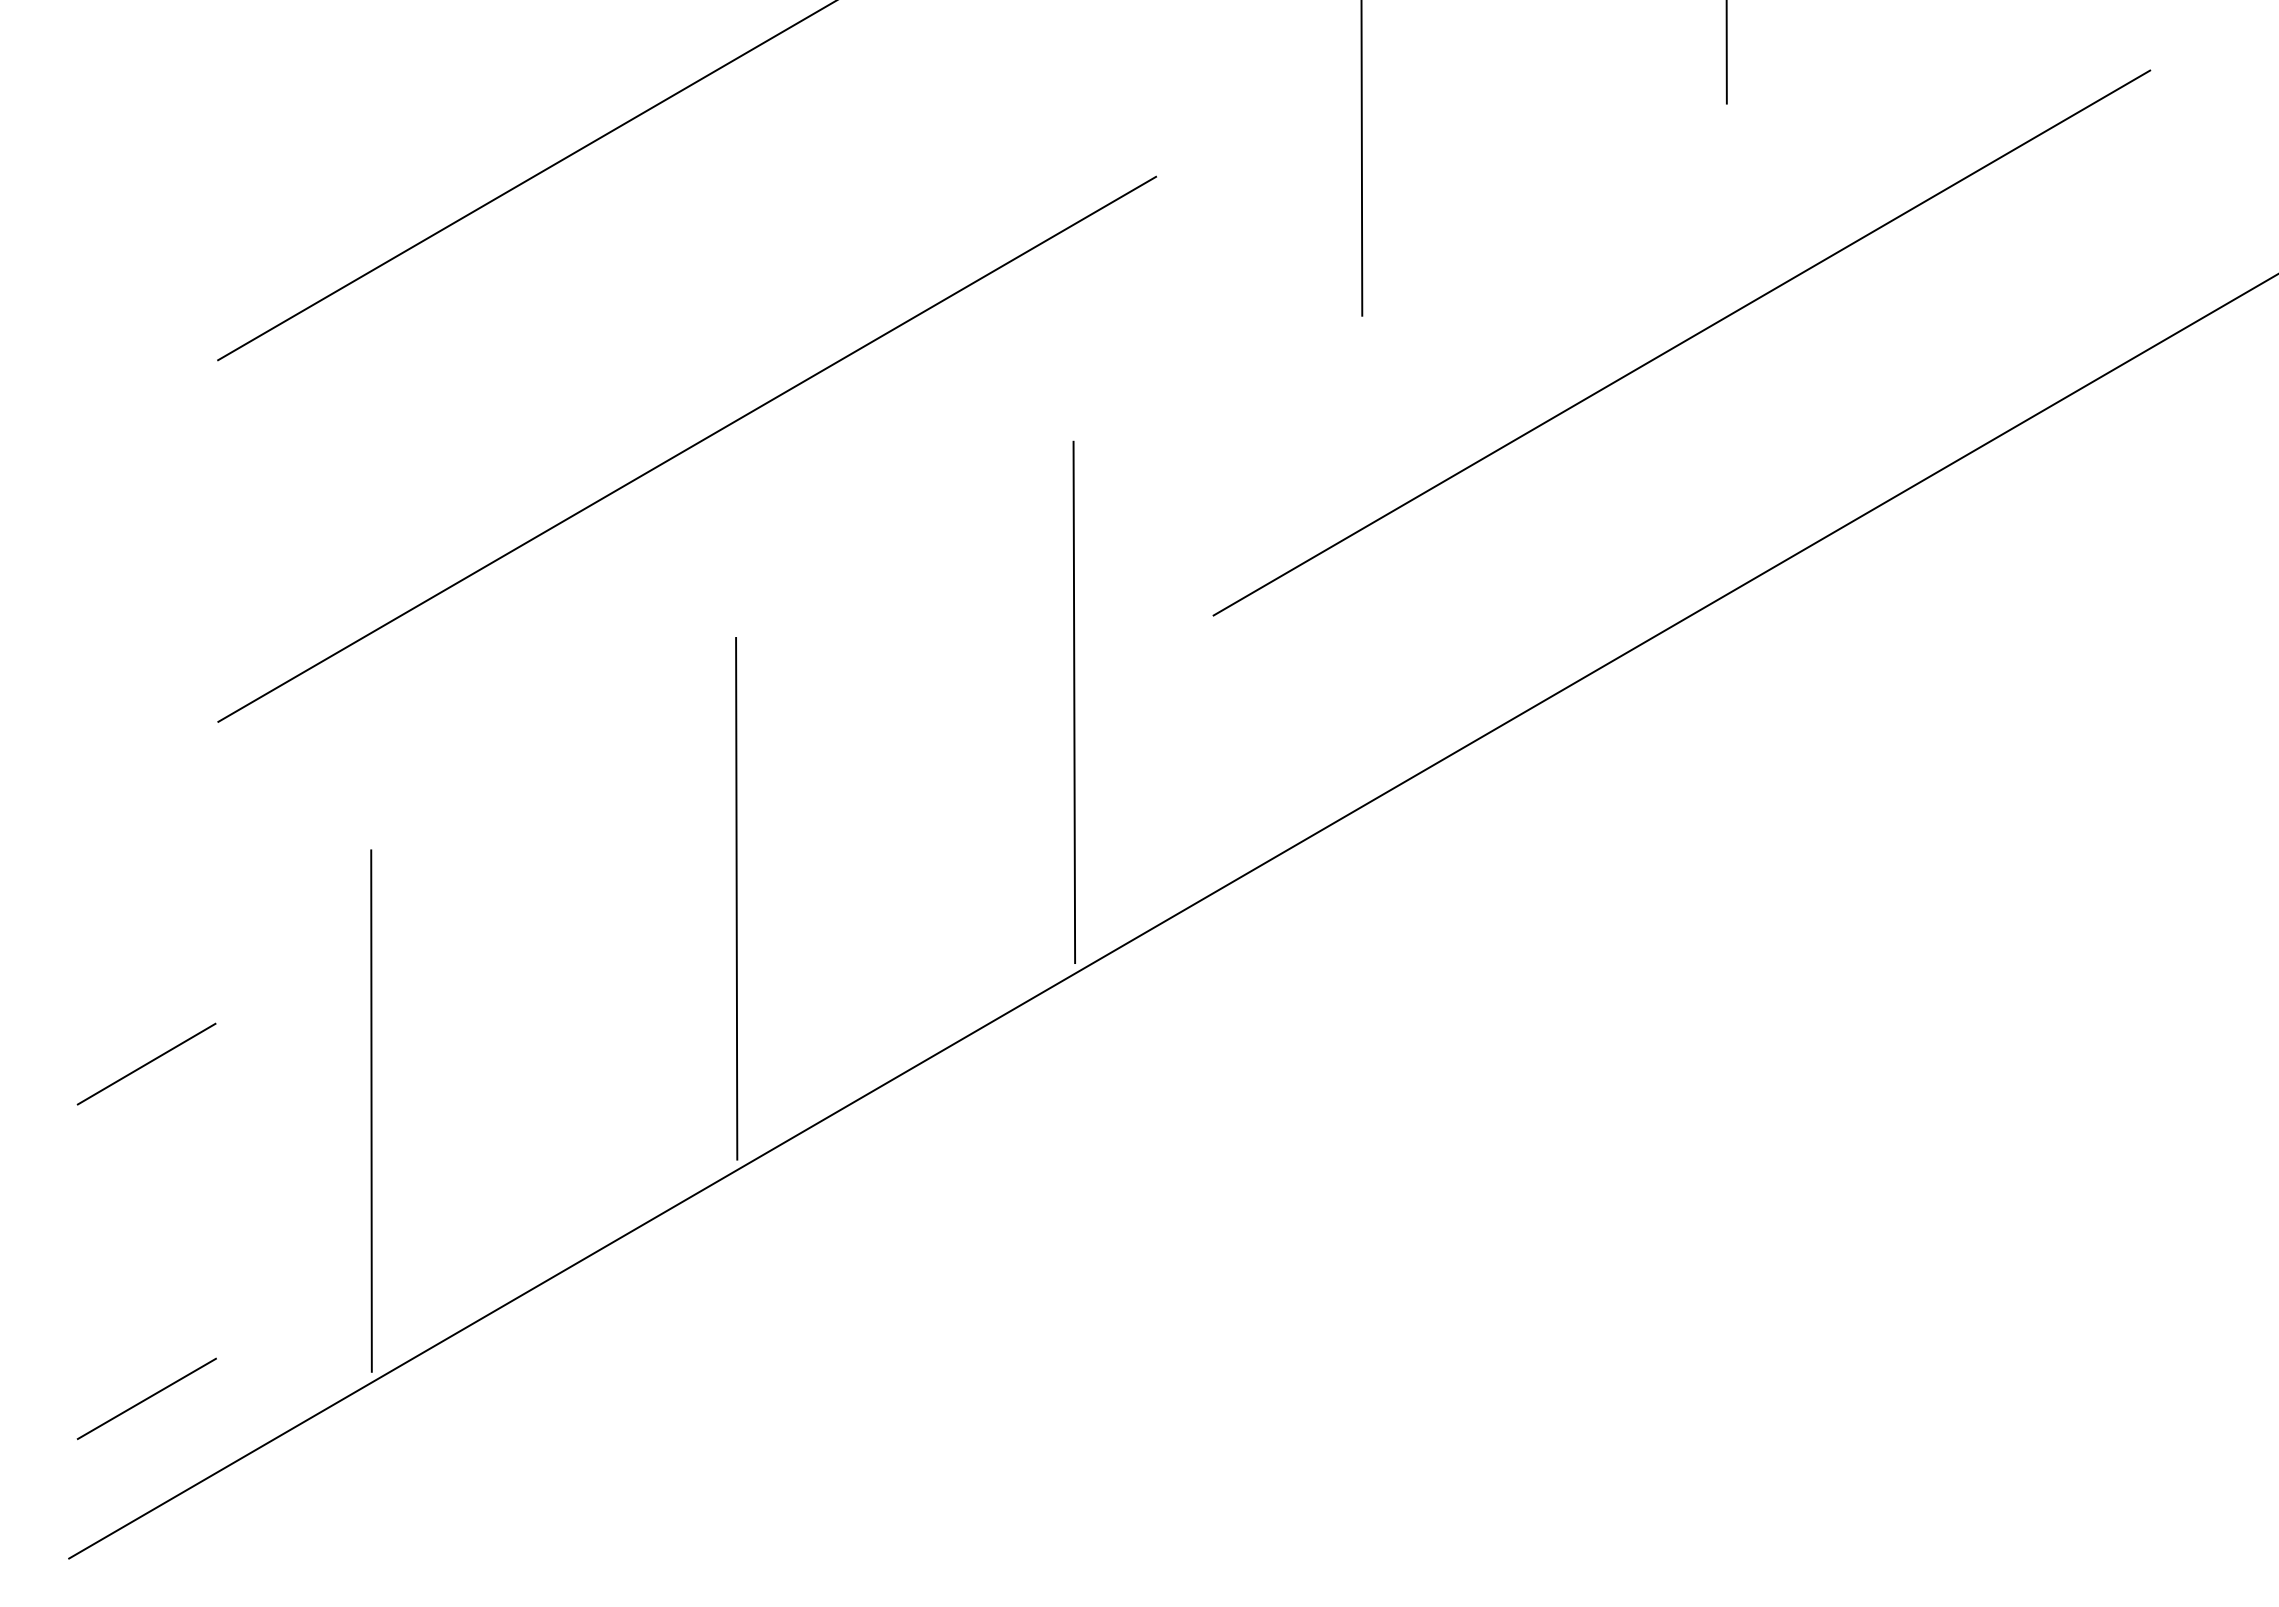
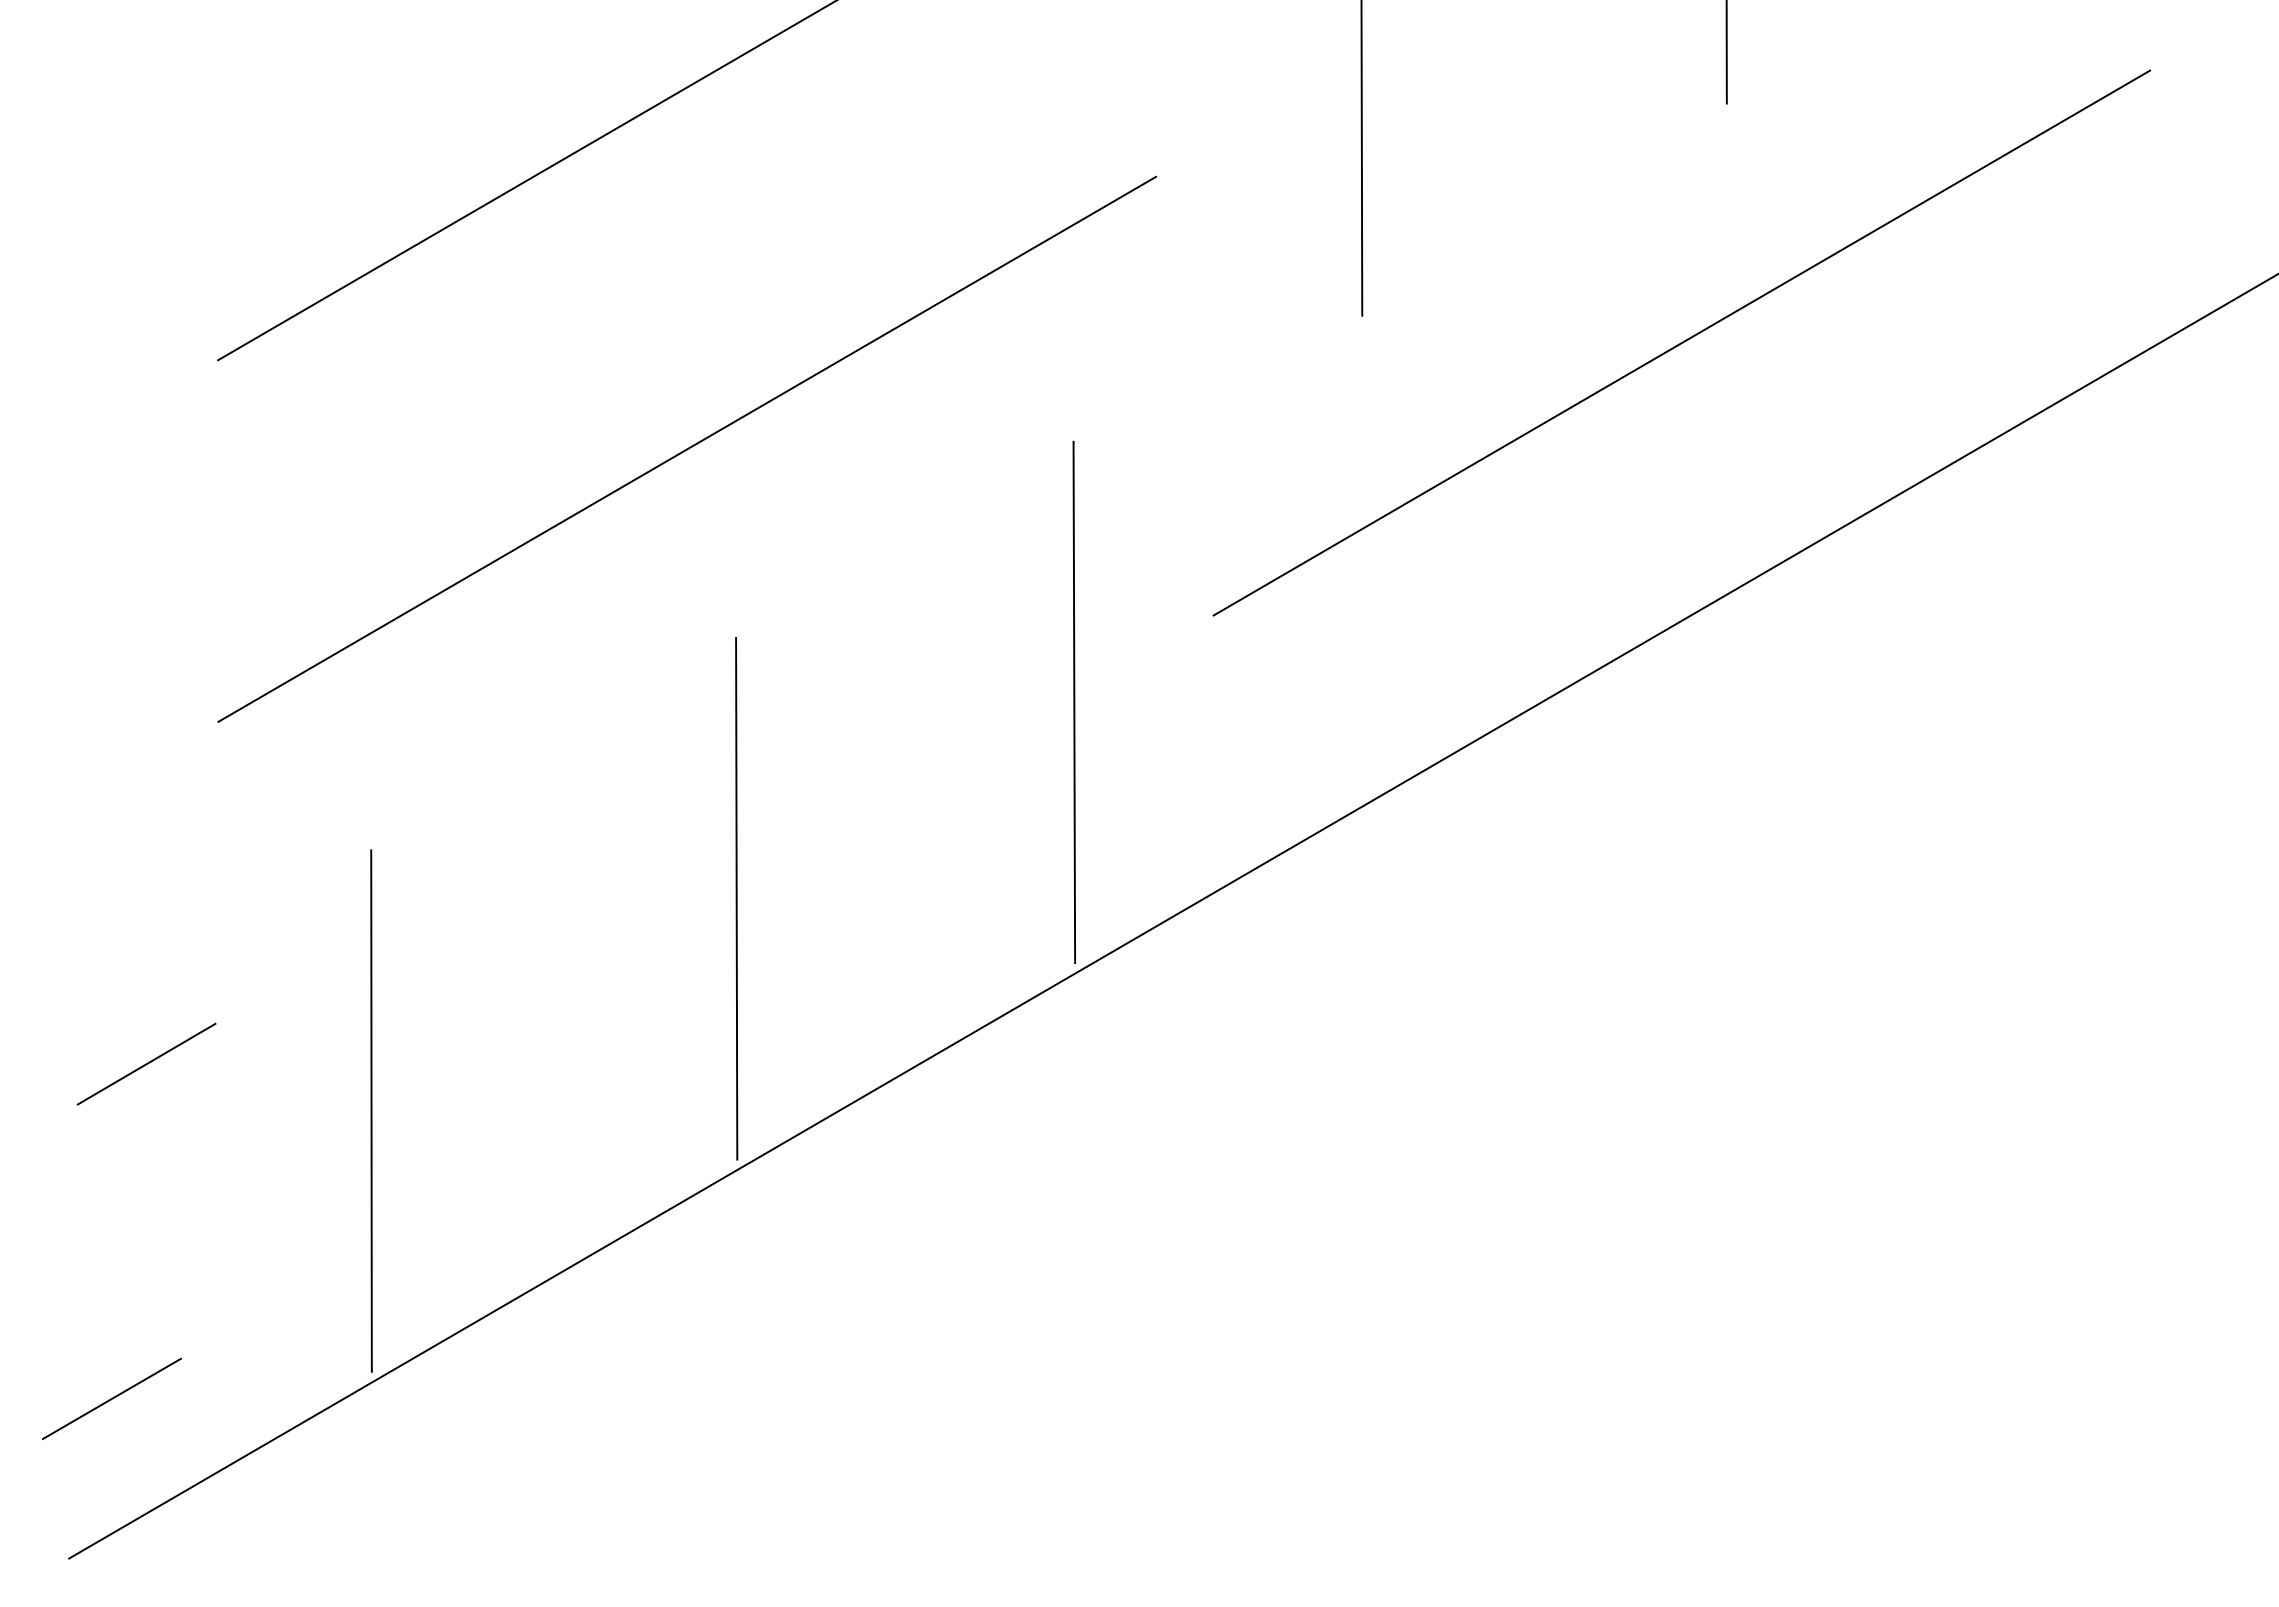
line at (146, 1398) position: (146, 1398) -> (111, 1398)
